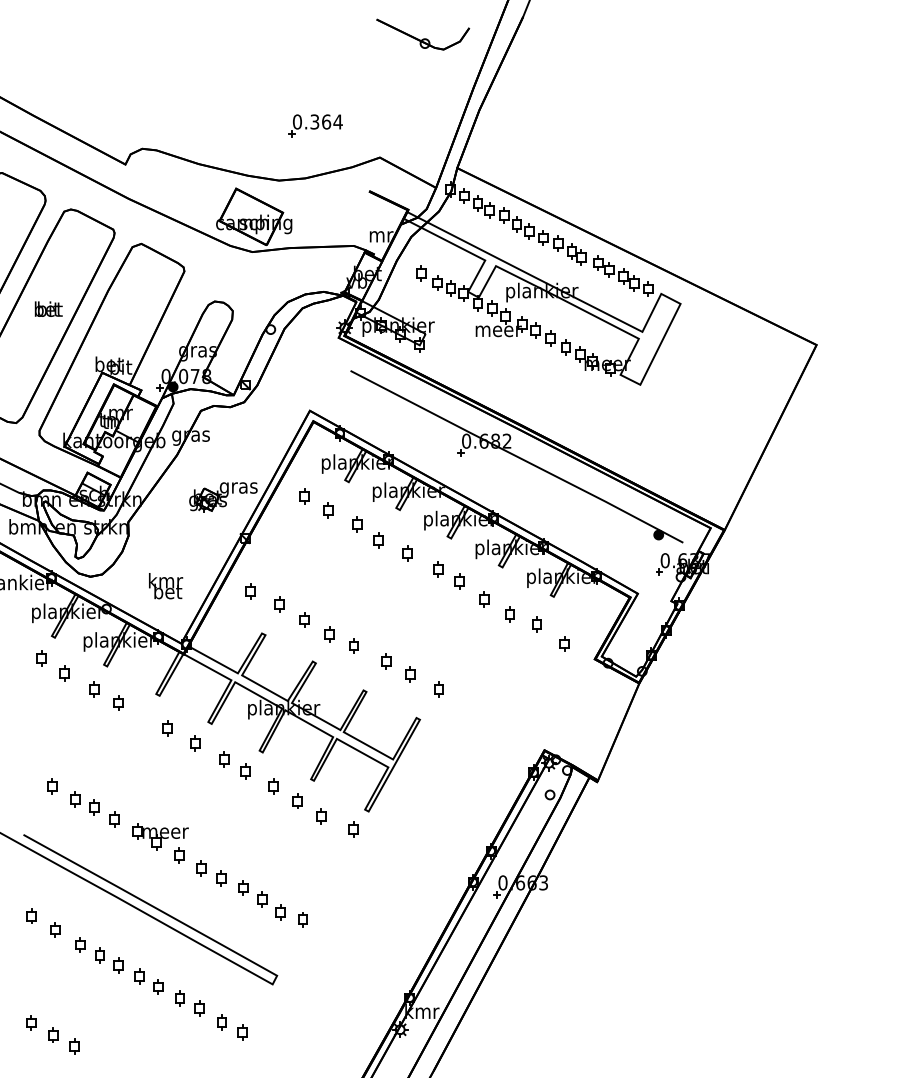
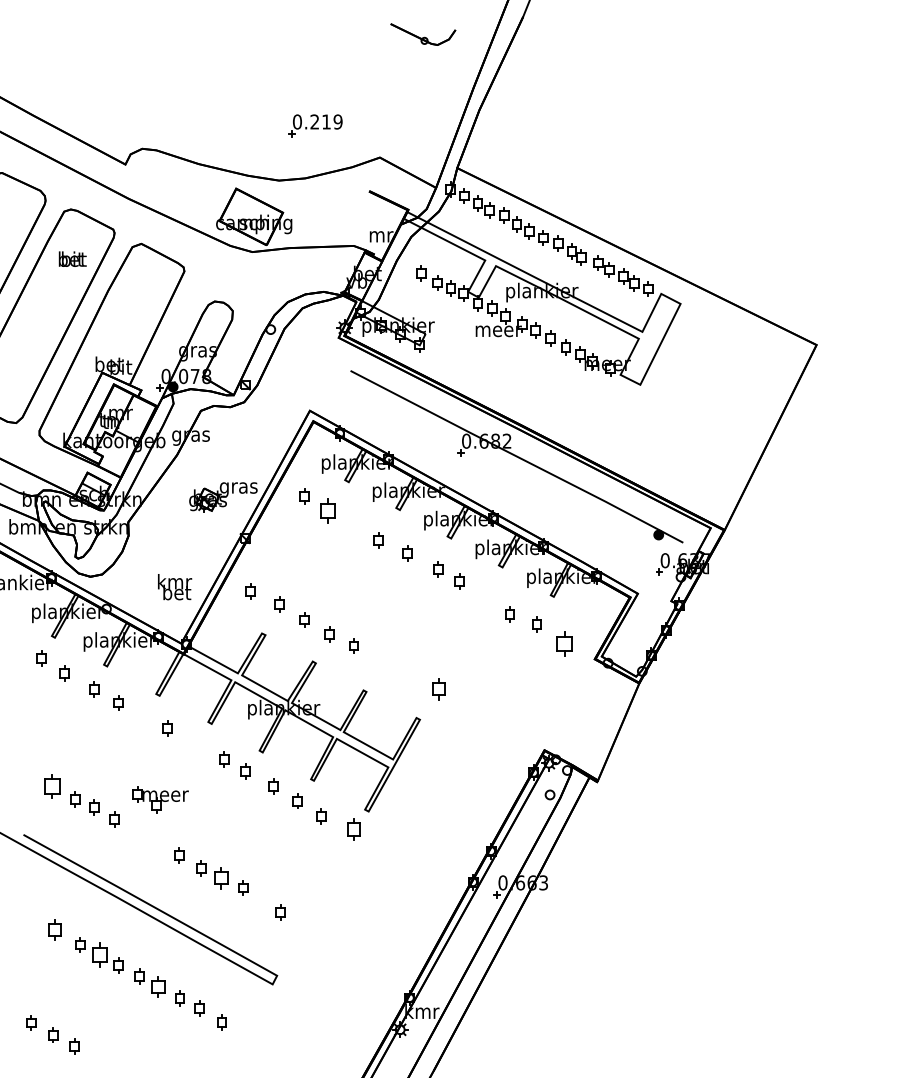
part at (423, 34) size: 95x33 px -> 67x23 px
text at (326, 121): 0.364 -> 0.219
text at (48, 308) position: (48, 308) -> (72, 258)
part at (328, 510) size: 11x17 px -> 16x26 px
part at (357, 524): present -> none
text at (166, 586) position: (166, 586) -> (175, 587)
part at (484, 599): present -> none
part at (564, 643) size: 11x16 px -> 17x26 px
part at (386, 661): present -> none
part at (410, 674): present -> none
part at (438, 689) size: 10x17 px -> 14x23 px
part at (195, 743): present -> none
part at (52, 786) size: 11x17 px -> 17x25 px
part at (353, 829) size: 11x17 px -> 14x23 px
part at (160, 836) position: (160, 836) -> (160, 799)
part at (221, 878) size: 11x17 px -> 15x23 px
part at (262, 899): present -> none
part at (31, 915): present -> none
part at (302, 919): present -> none
part at (55, 929) size: 11x16 px -> 14x22 px
part at (99, 955) size: 10x17 px -> 16x26 px
part at (158, 986) size: 11x16 px -> 15x22 px
part at (242, 1032): present -> none
